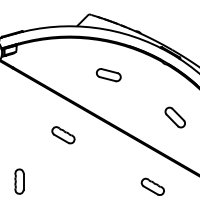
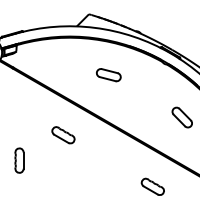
part at (174, 117) position: (174, 117) -> (181, 117)
part at (19, 181) position: (19, 181) -> (19, 160)
